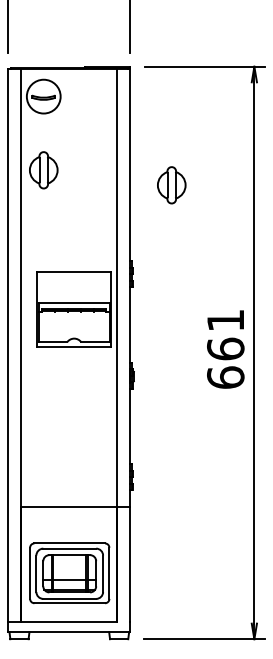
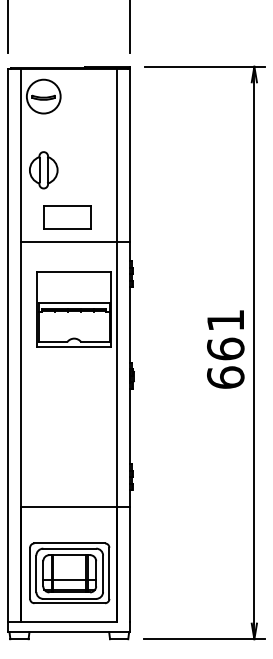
part at (171, 185): present -> none
part at (67, 217): none -> present
line at (75, 242): none -> present
